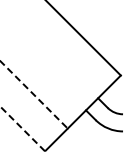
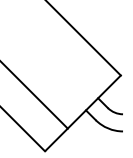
line at (33, 94): dashed -> solid
line at (22, 128): dashed -> solid
